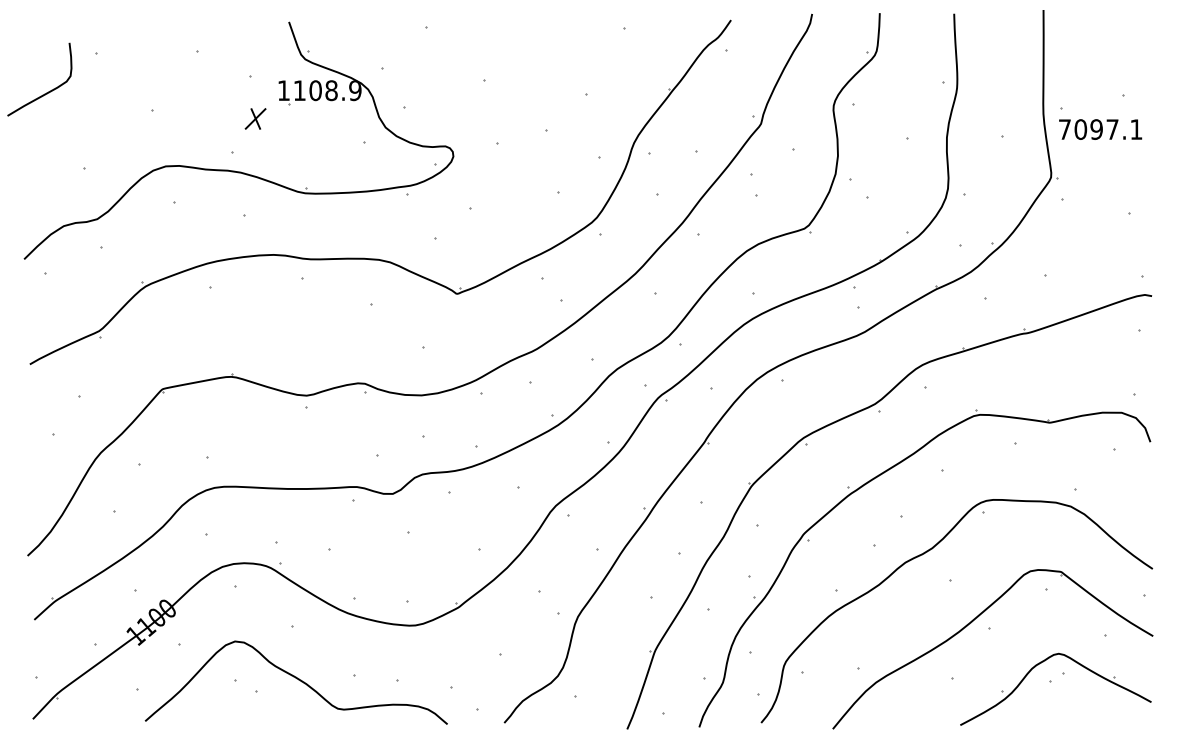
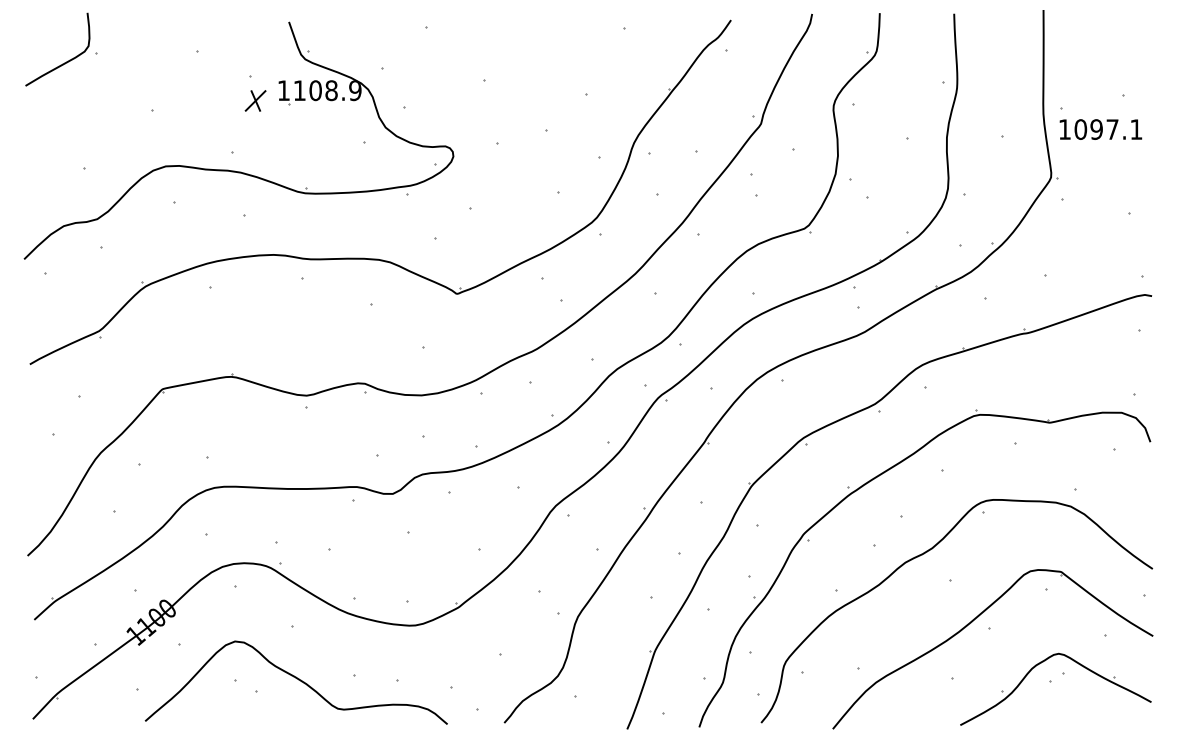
curve at (46, 92) position: (46, 92) -> (64, 62)
part at (255, 118) position: (255, 118) -> (255, 100)
text at (1064, 129): 7097.1 -> 1097.1
